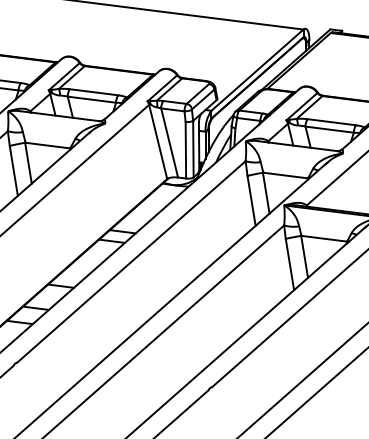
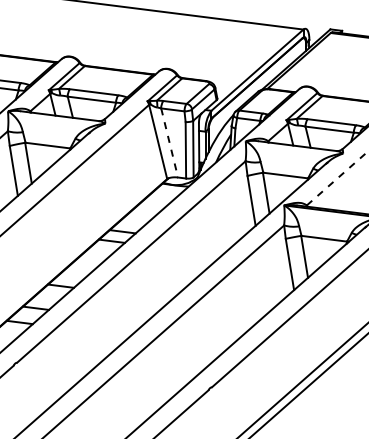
line at (169, 142): solid -> dashed
line at (338, 177): solid -> dashed
line at (316, 392) position: (316, 392) -> (308, 385)
